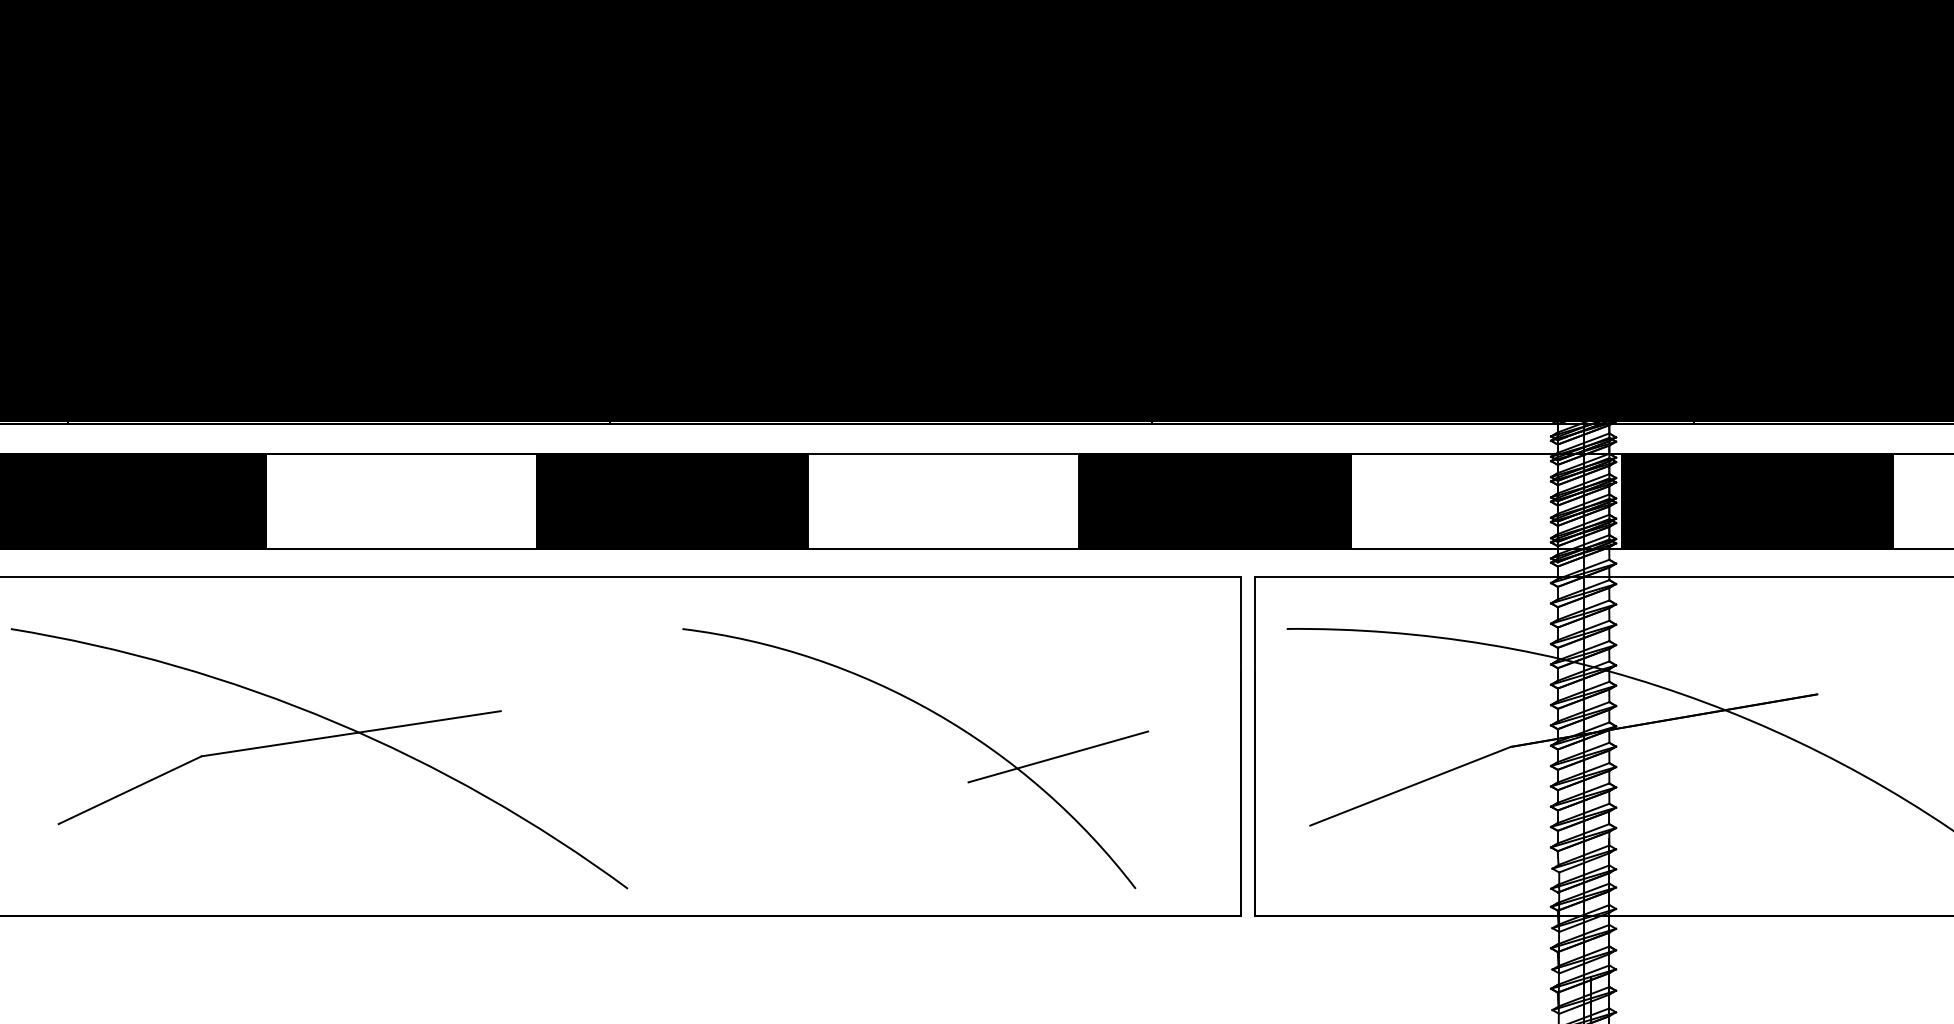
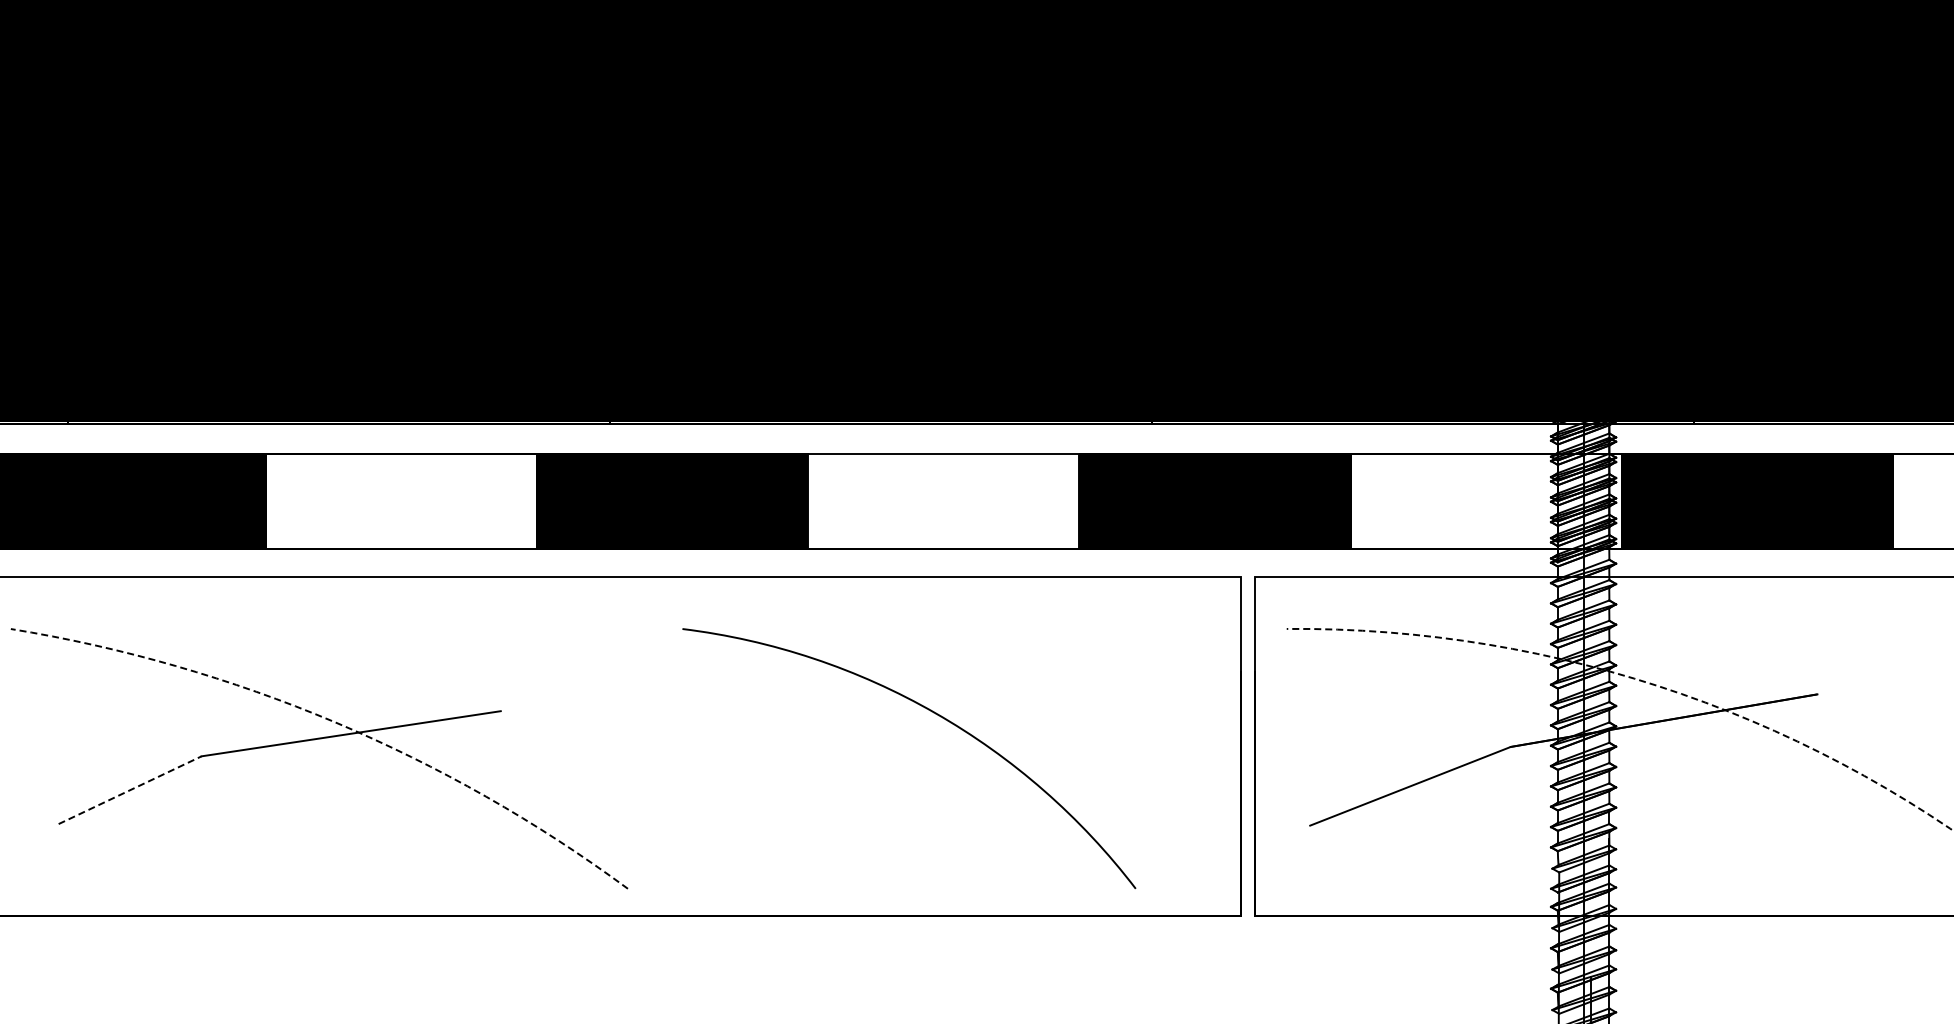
arc at (1635, 679): solid -> dashed
arc at (334, 722): solid -> dashed
line at (1058, 756): present -> none
line at (130, 789): solid -> dashed
